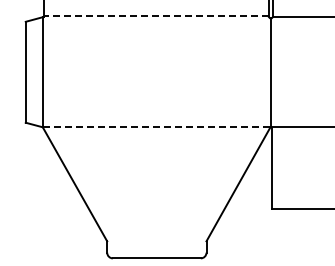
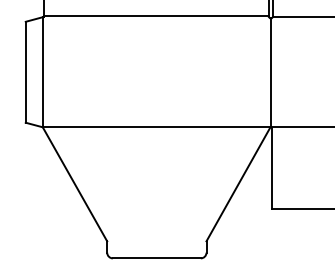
line at (155, 16): dashed -> solid
line at (157, 127): dashed -> solid
